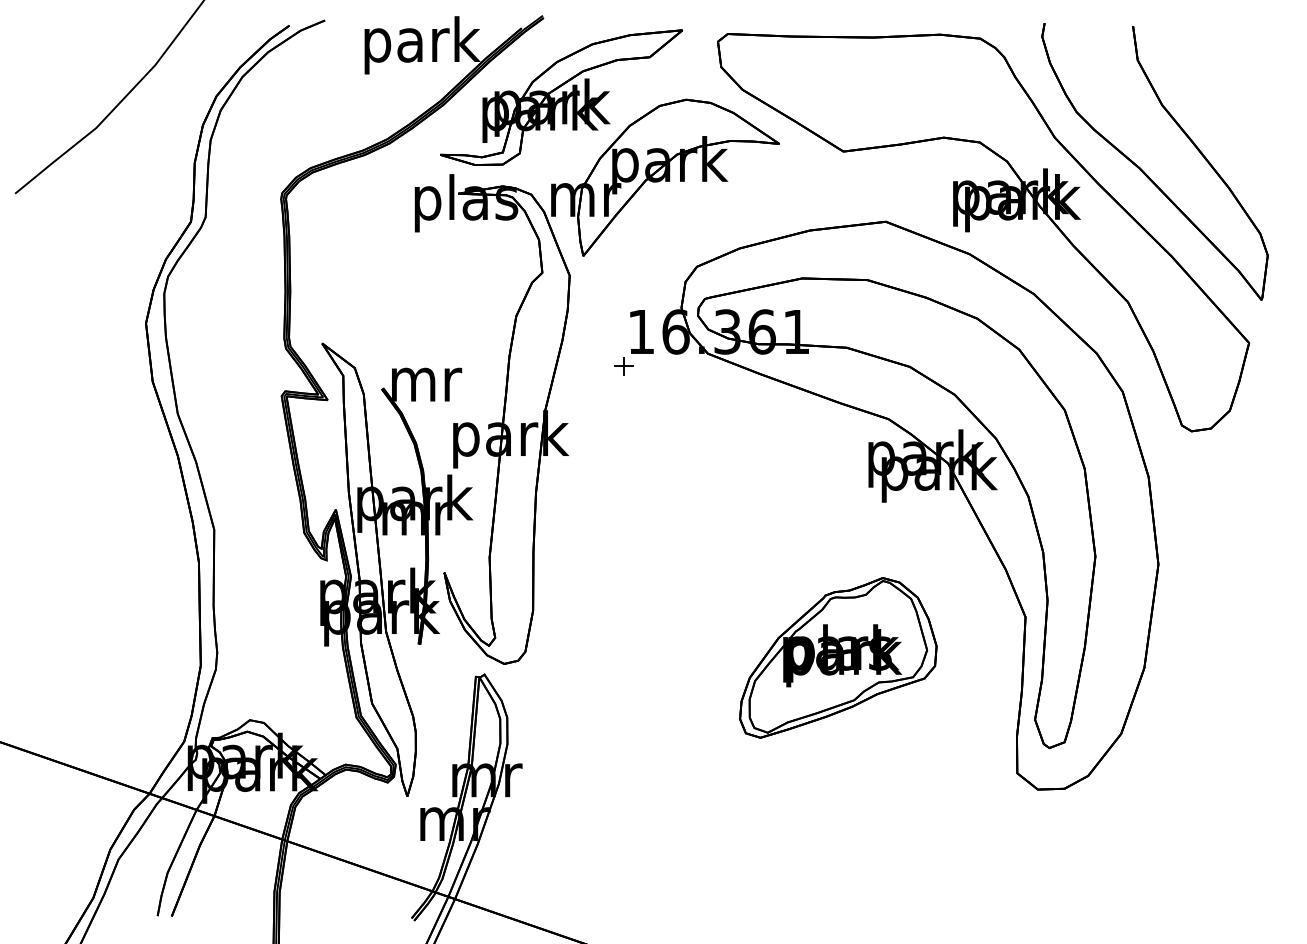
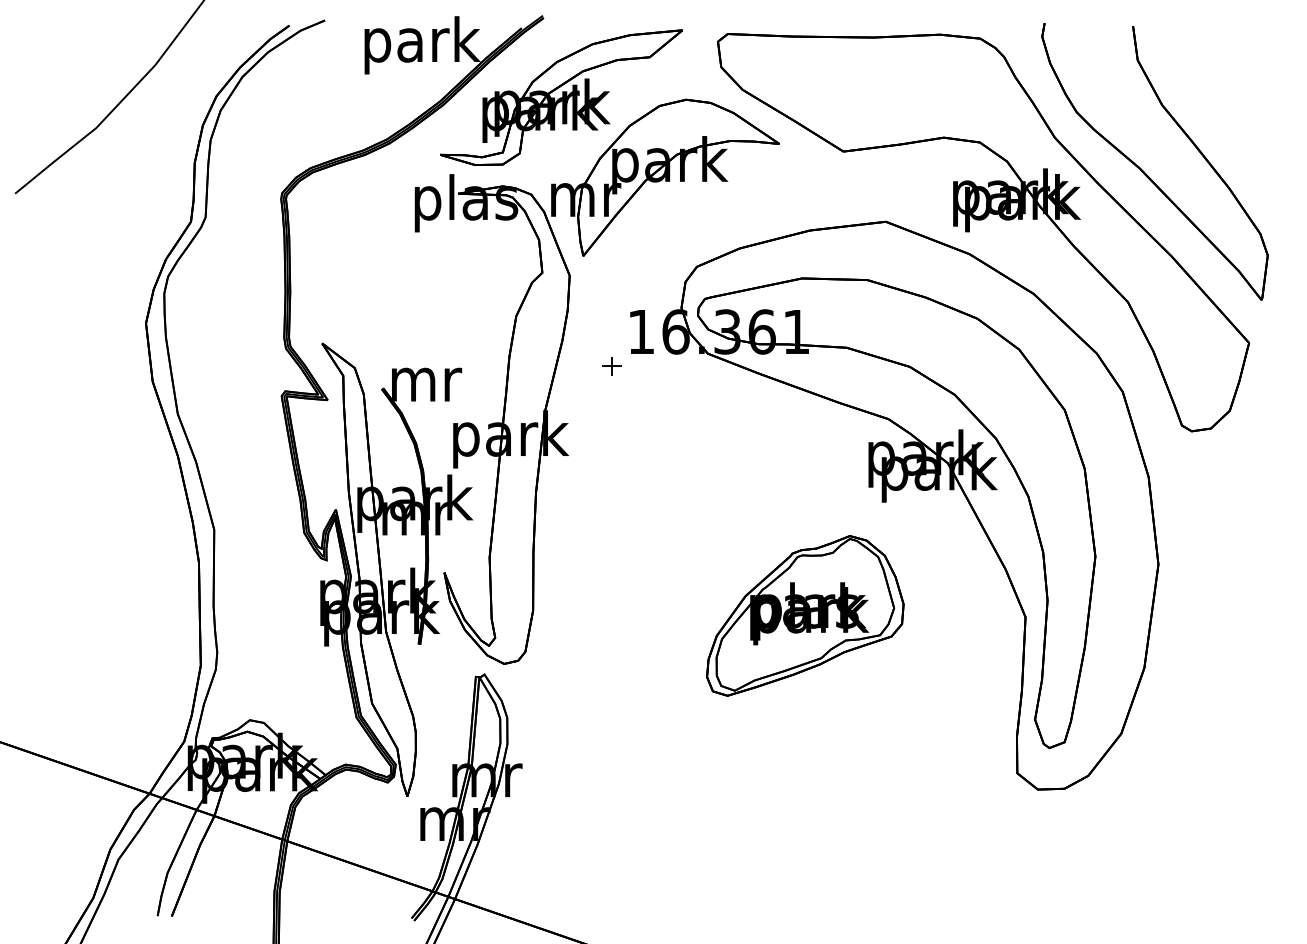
part at (623, 366) position: (623, 366) -> (611, 366)
part at (838, 657) position: (838, 657) -> (805, 615)
